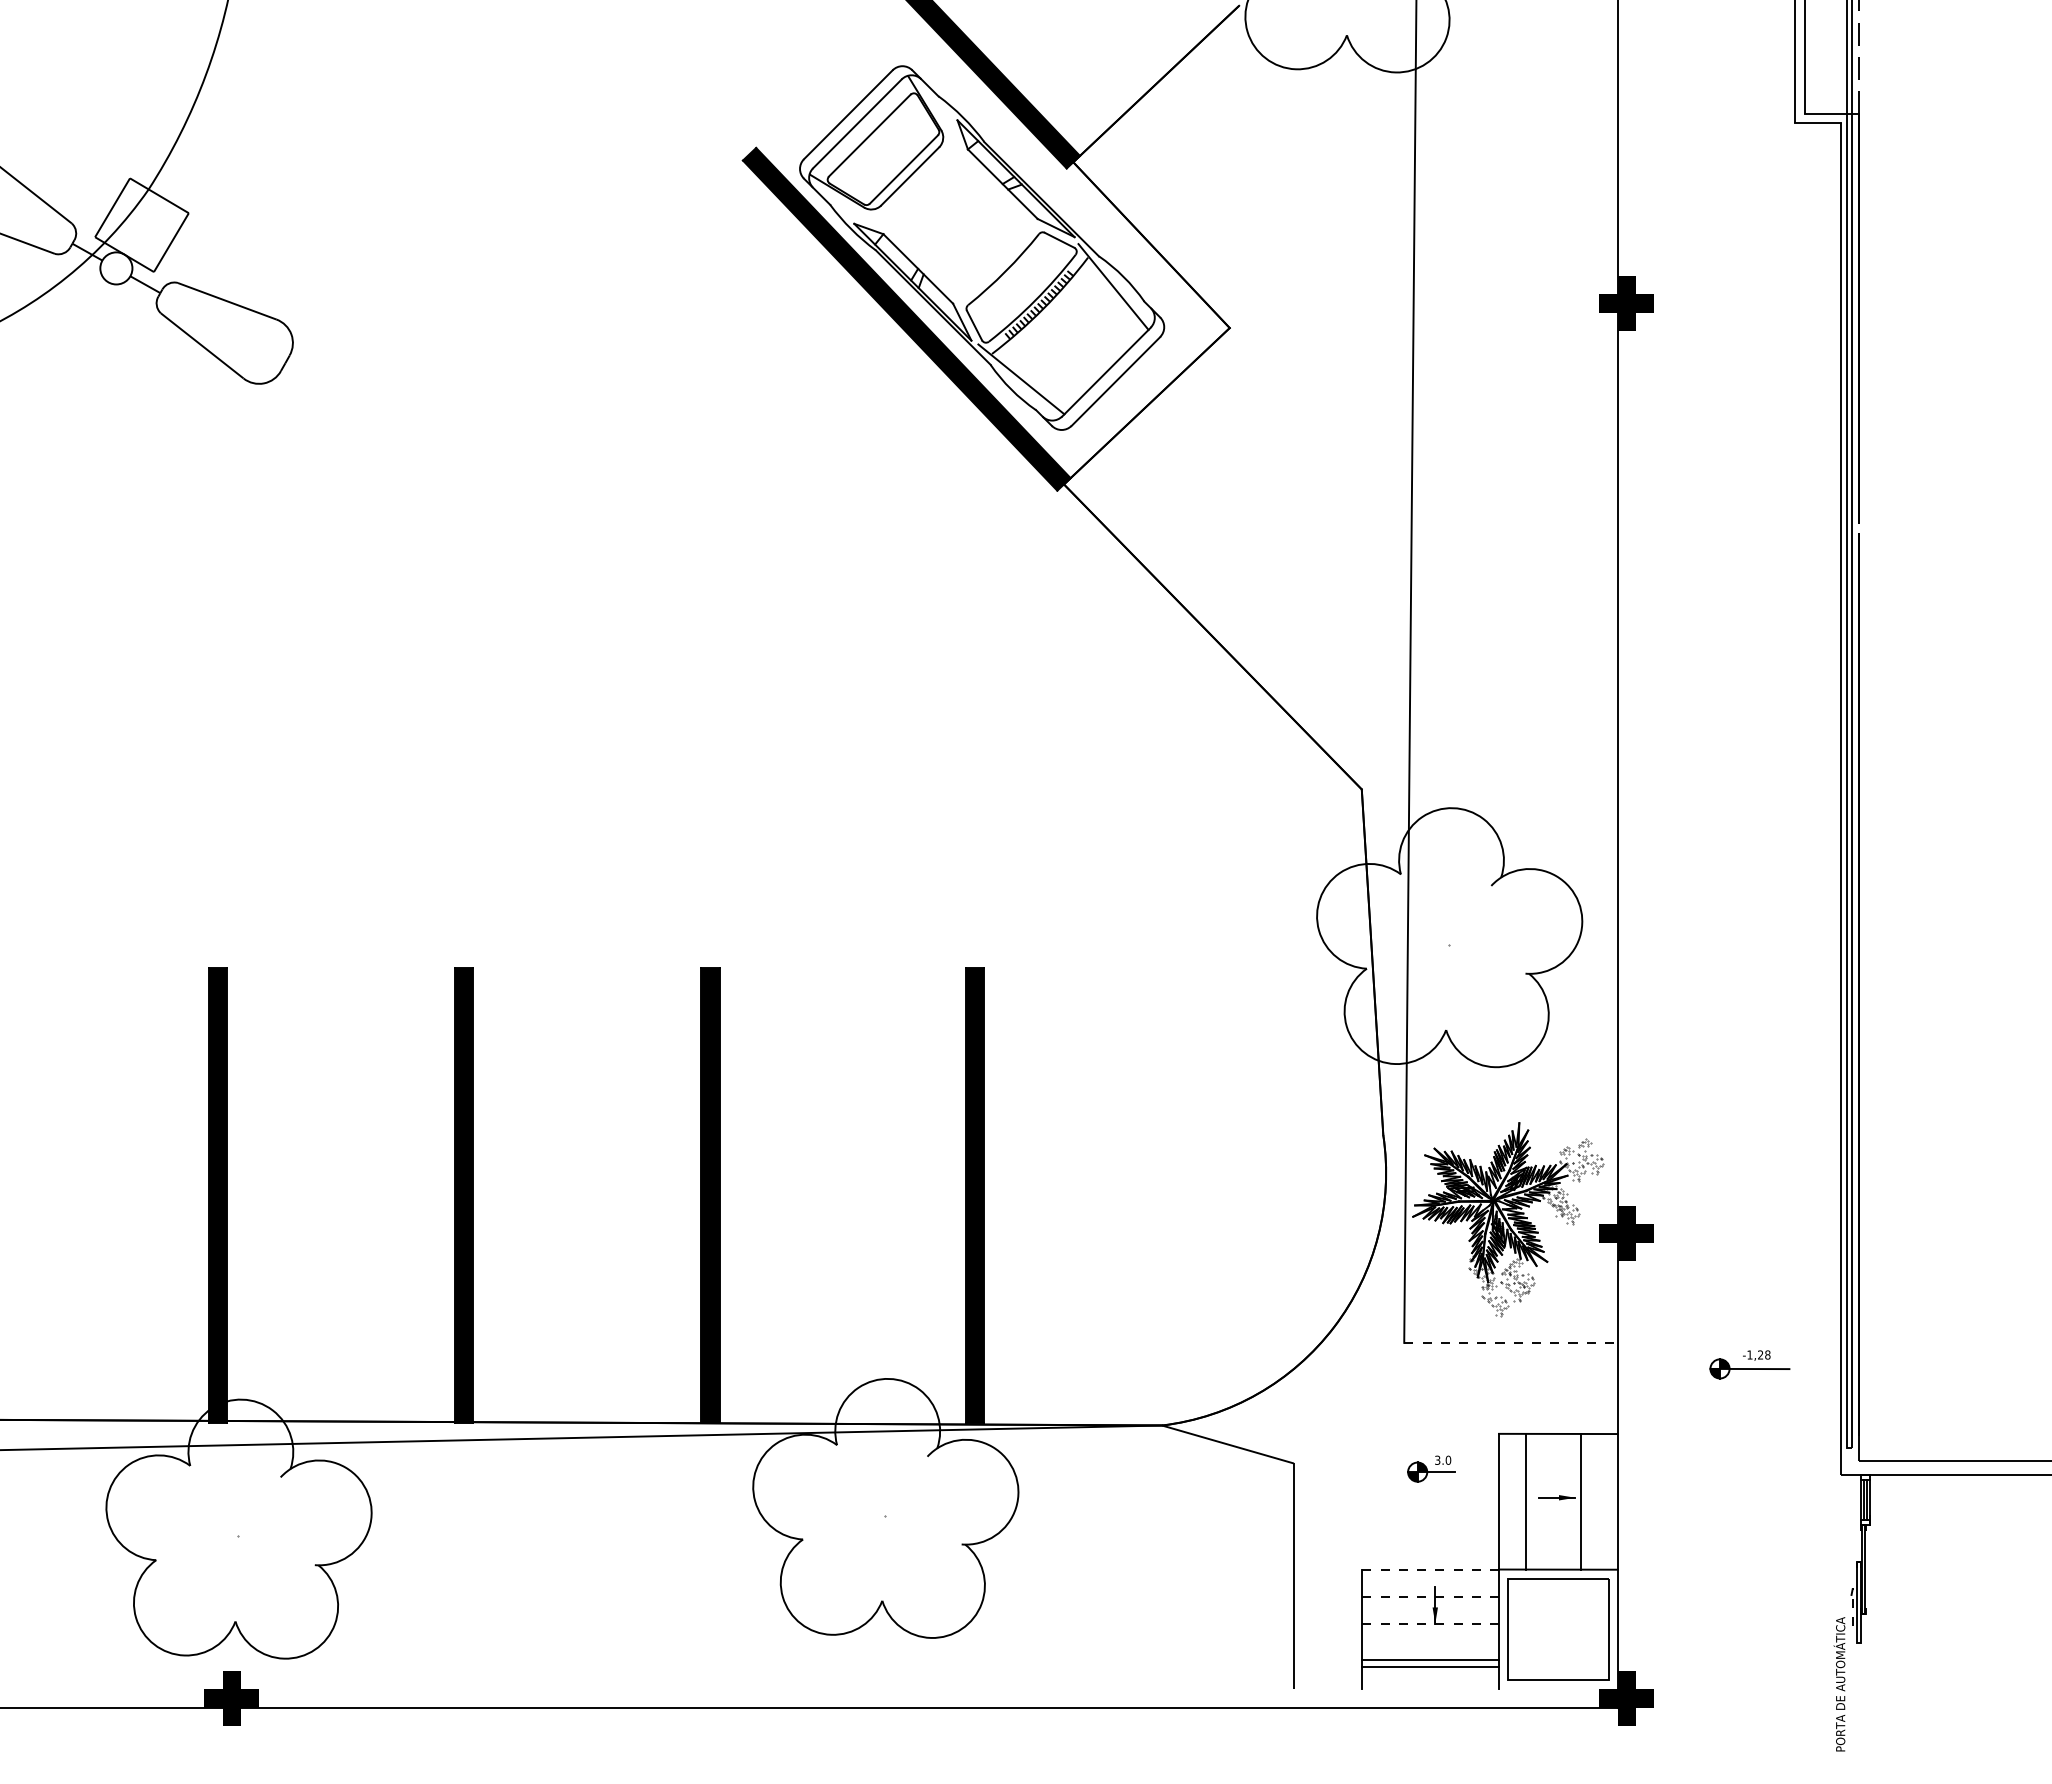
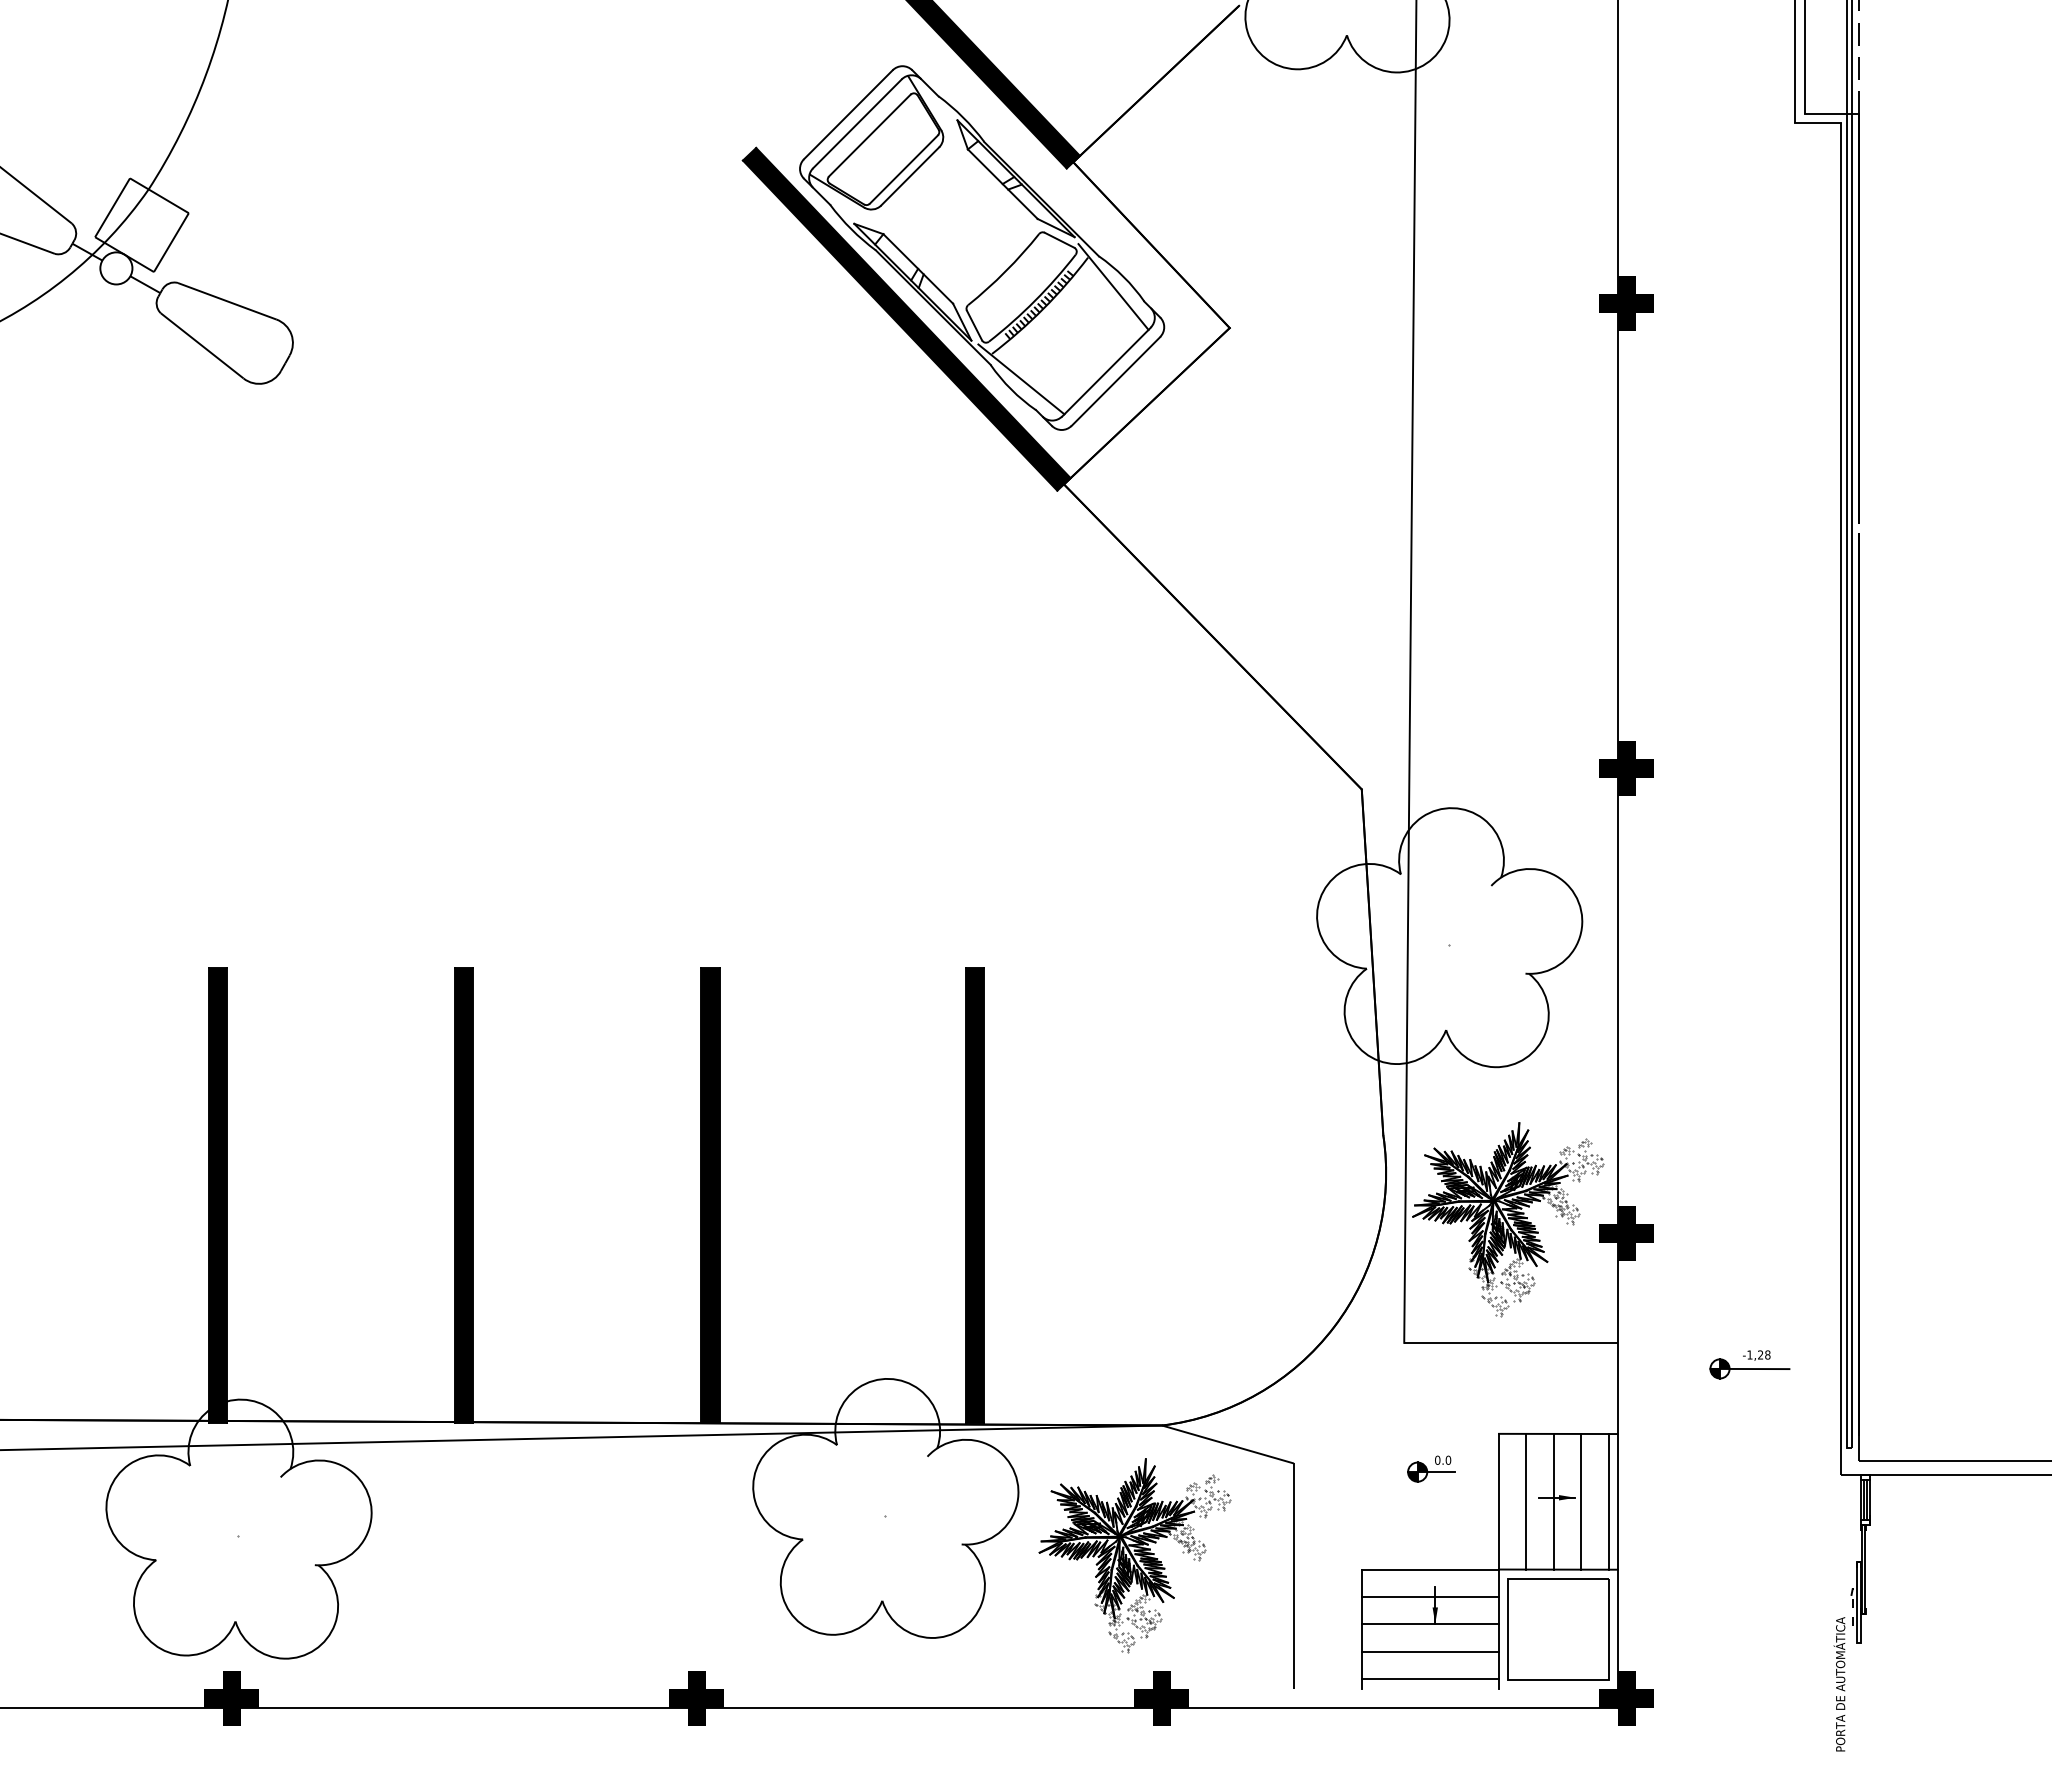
fill at (1626, 768): none -> present
line at (1510, 1342): dashed -> solid
text at (1437, 1459): 3.0 -> 0.0
line at (1553, 1501): none -> present
line at (1608, 1501): none -> present
part at (1134, 1555): none -> present
line at (1430, 1569): dashed -> solid
line at (1430, 1596): dashed -> solid
line at (1430, 1624): dashed -> solid
line at (1430, 1659) position: (1430, 1659) -> (1430, 1678)
line at (1430, 1666) position: (1430, 1666) -> (1430, 1651)
fill at (696, 1698): none -> present
fill at (1161, 1698): none -> present
